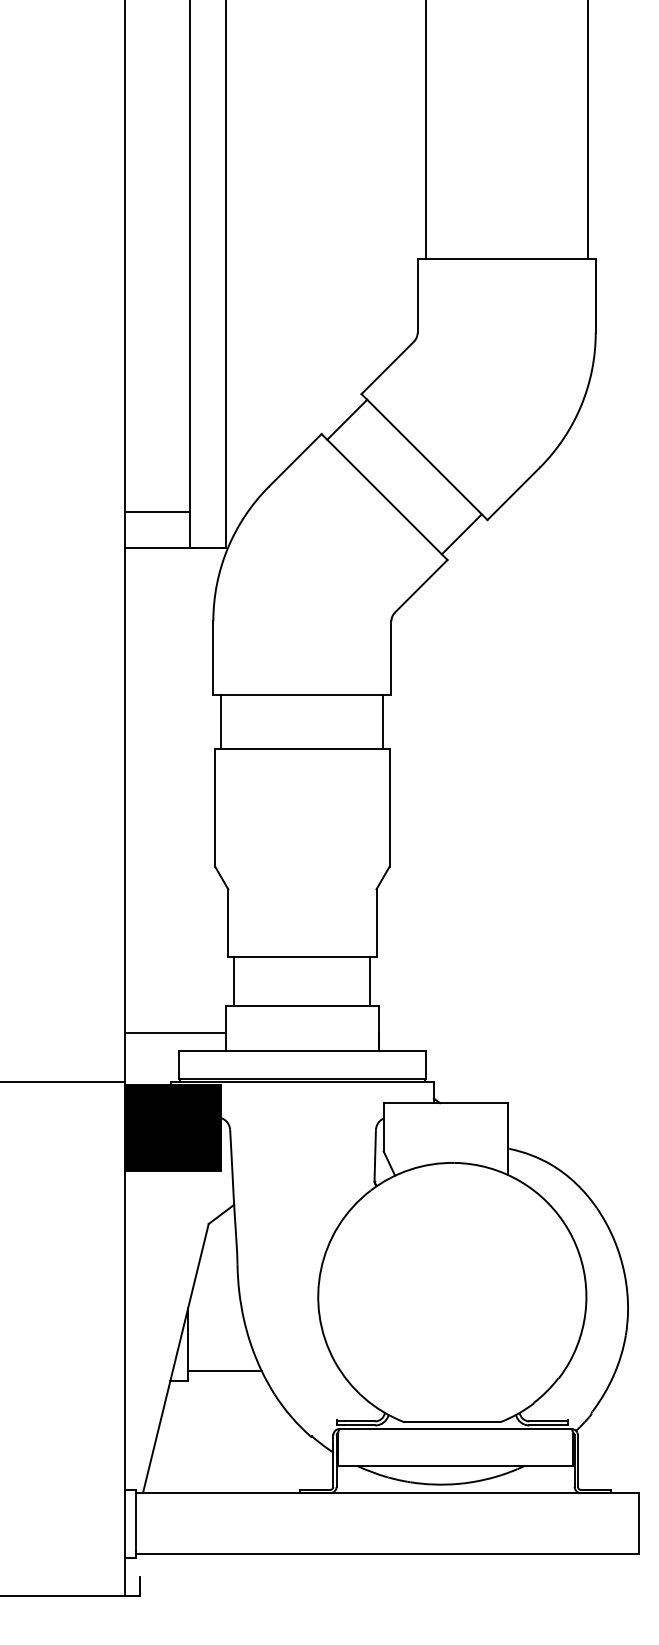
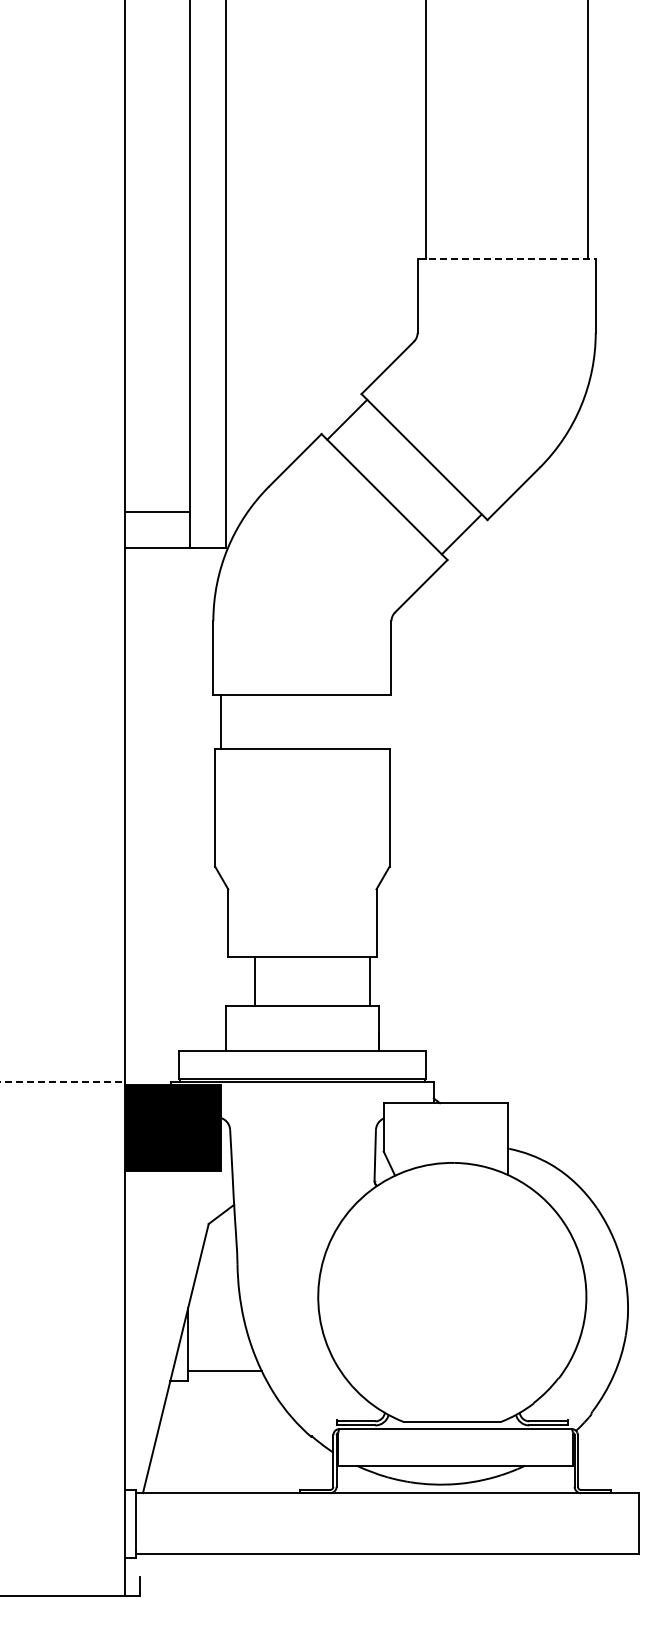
line at (507, 258): solid -> dashed
line at (383, 721): present -> none
line at (234, 980) position: (234, 980) -> (255, 980)
line at (174, 1033): present -> none
line at (62, 1082): solid -> dashed
